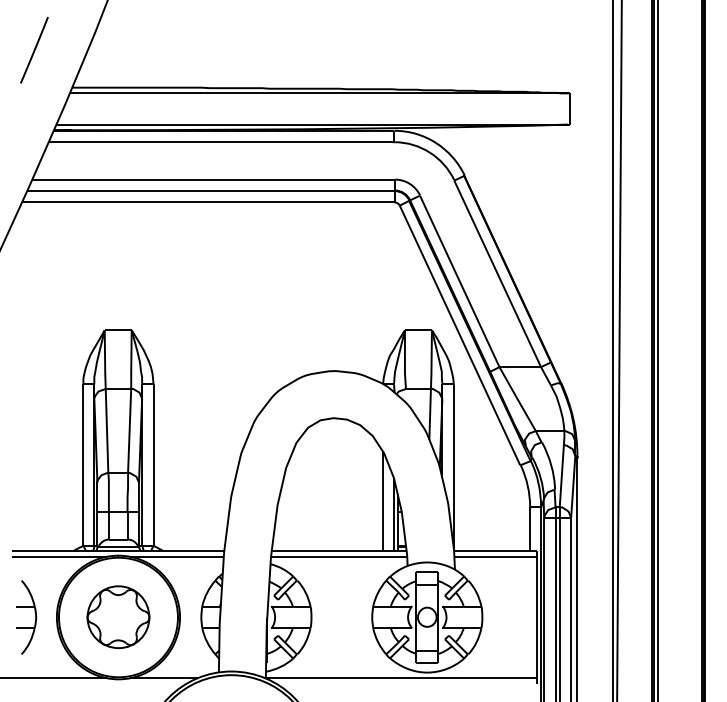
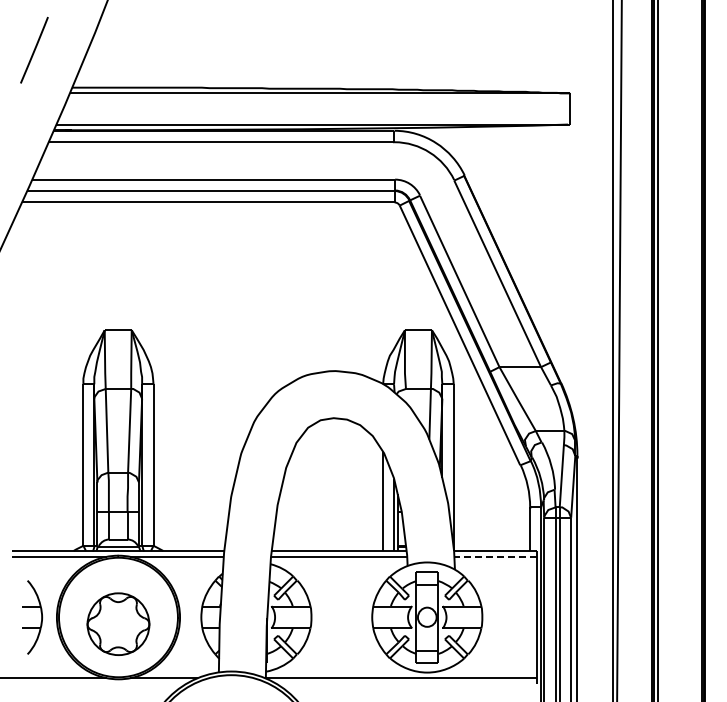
line at (495, 556): solid -> dashed
part at (118, 616) position: (118, 616) -> (118, 623)
part at (35, 617) position: (35, 617) -> (41, 617)
